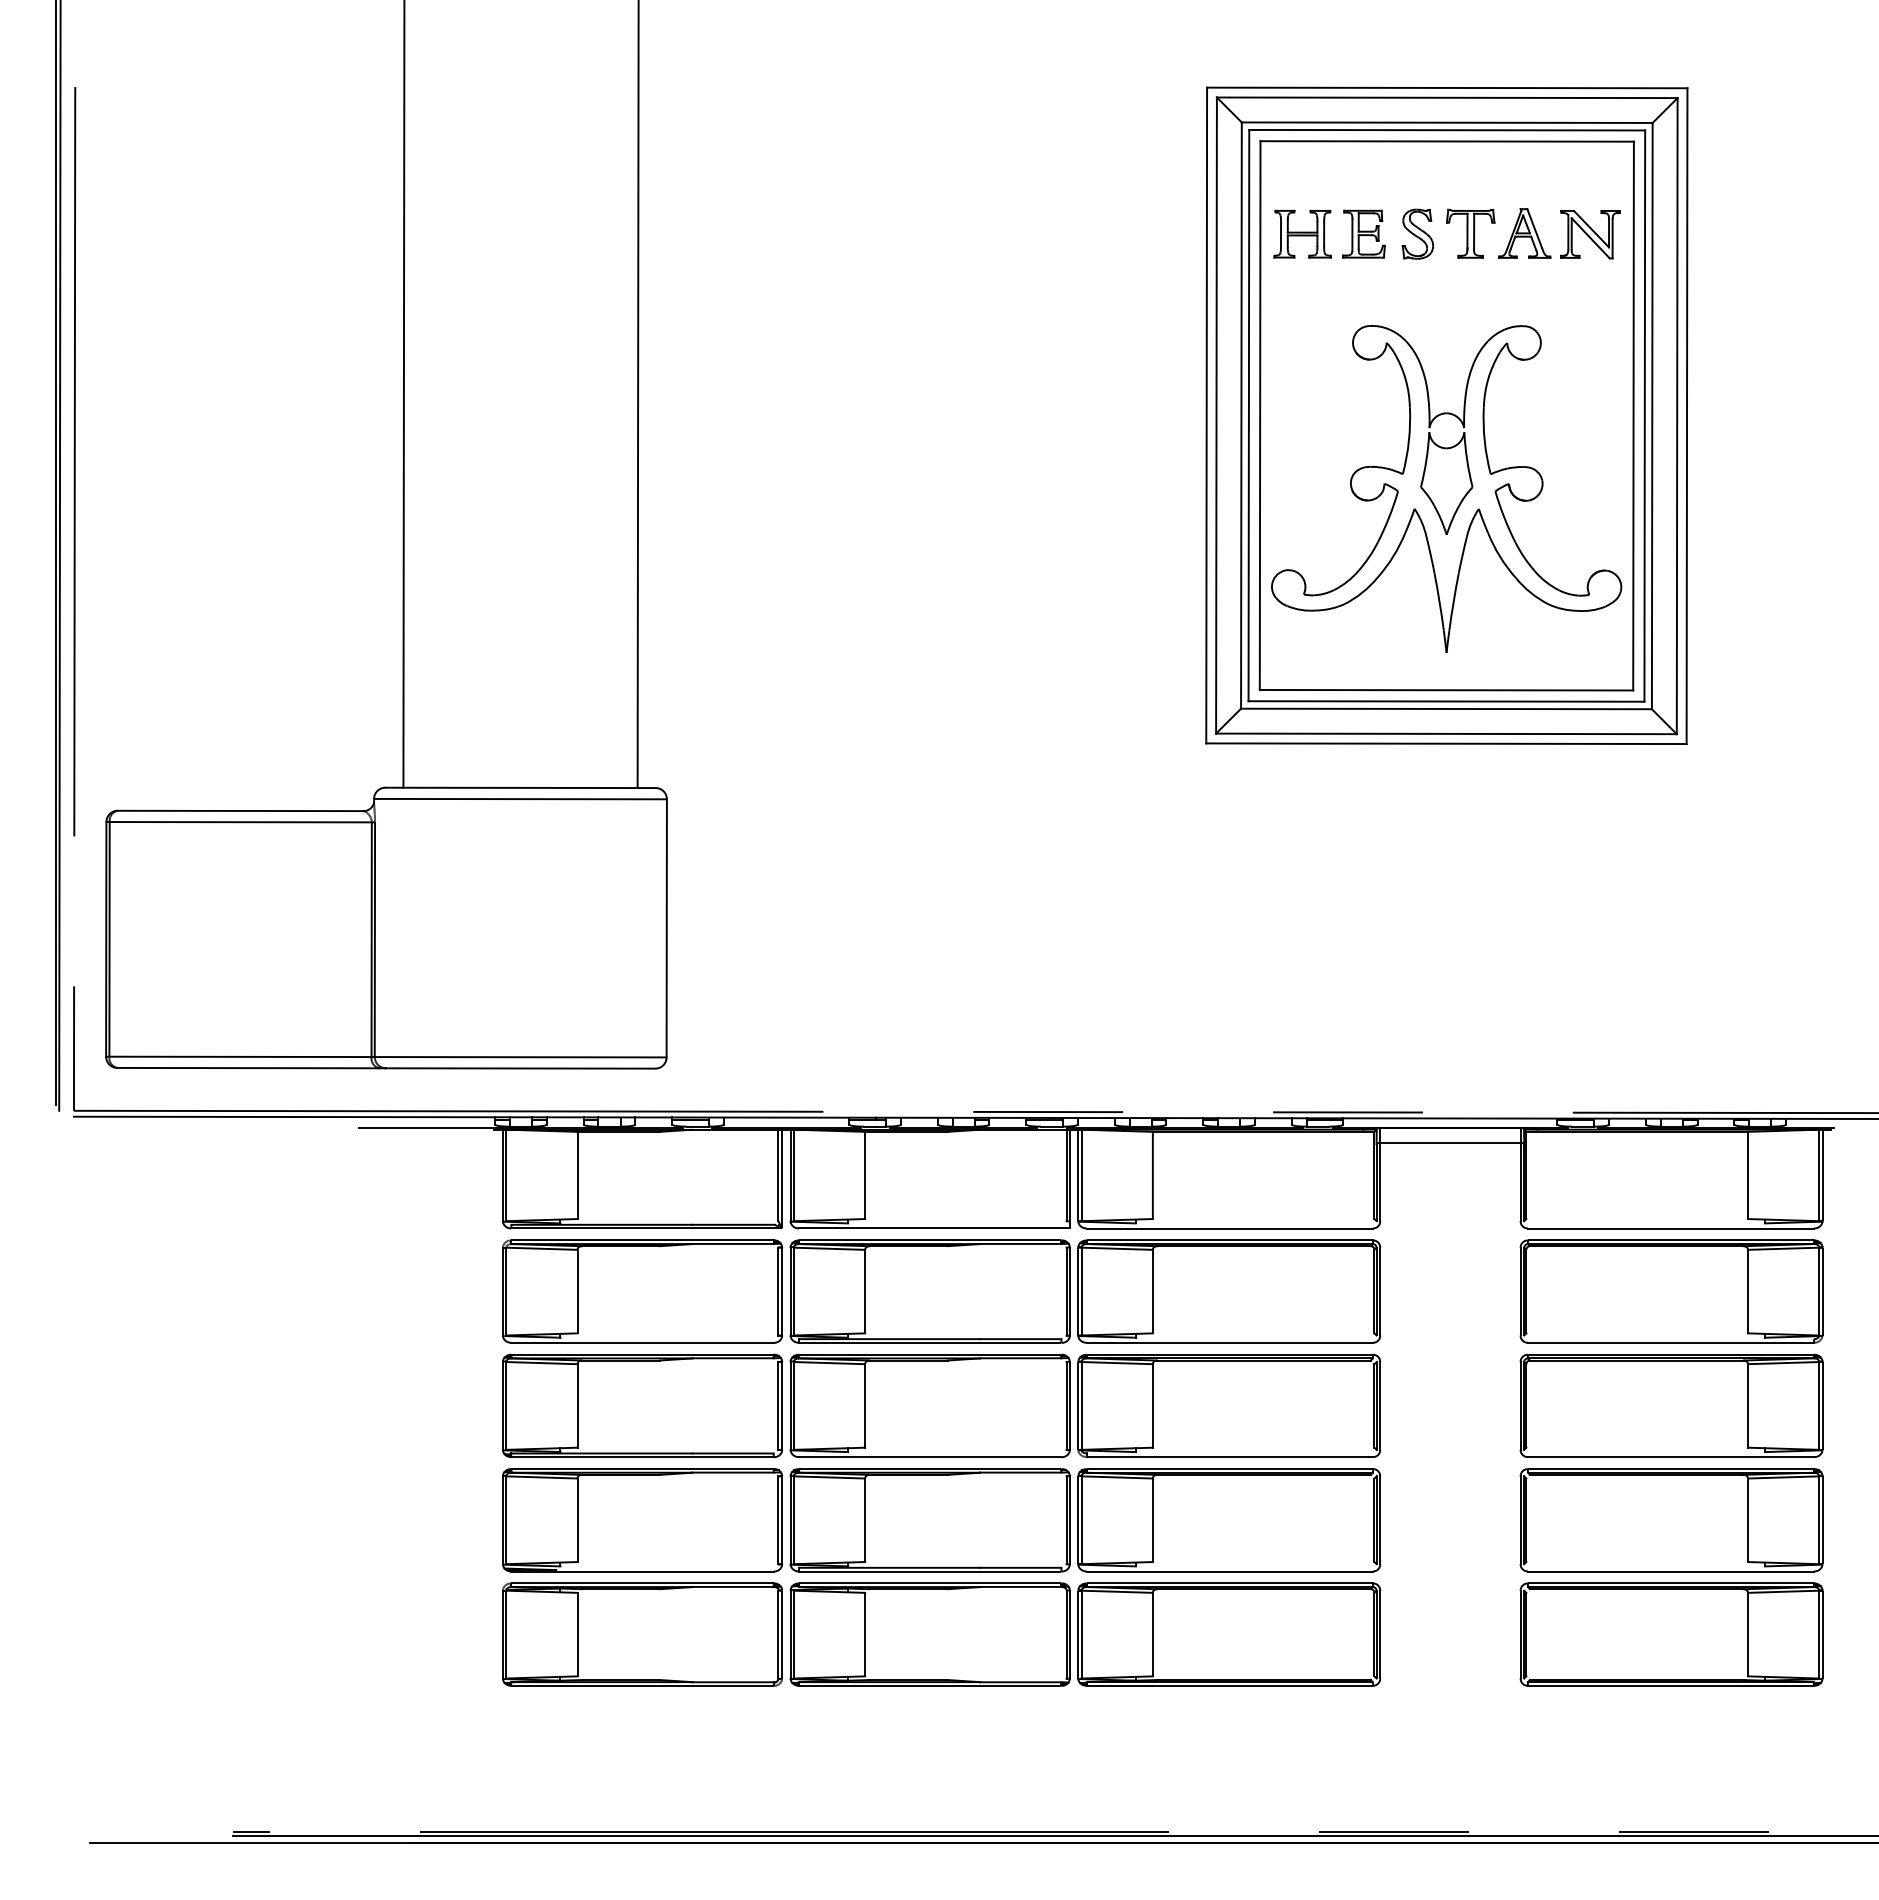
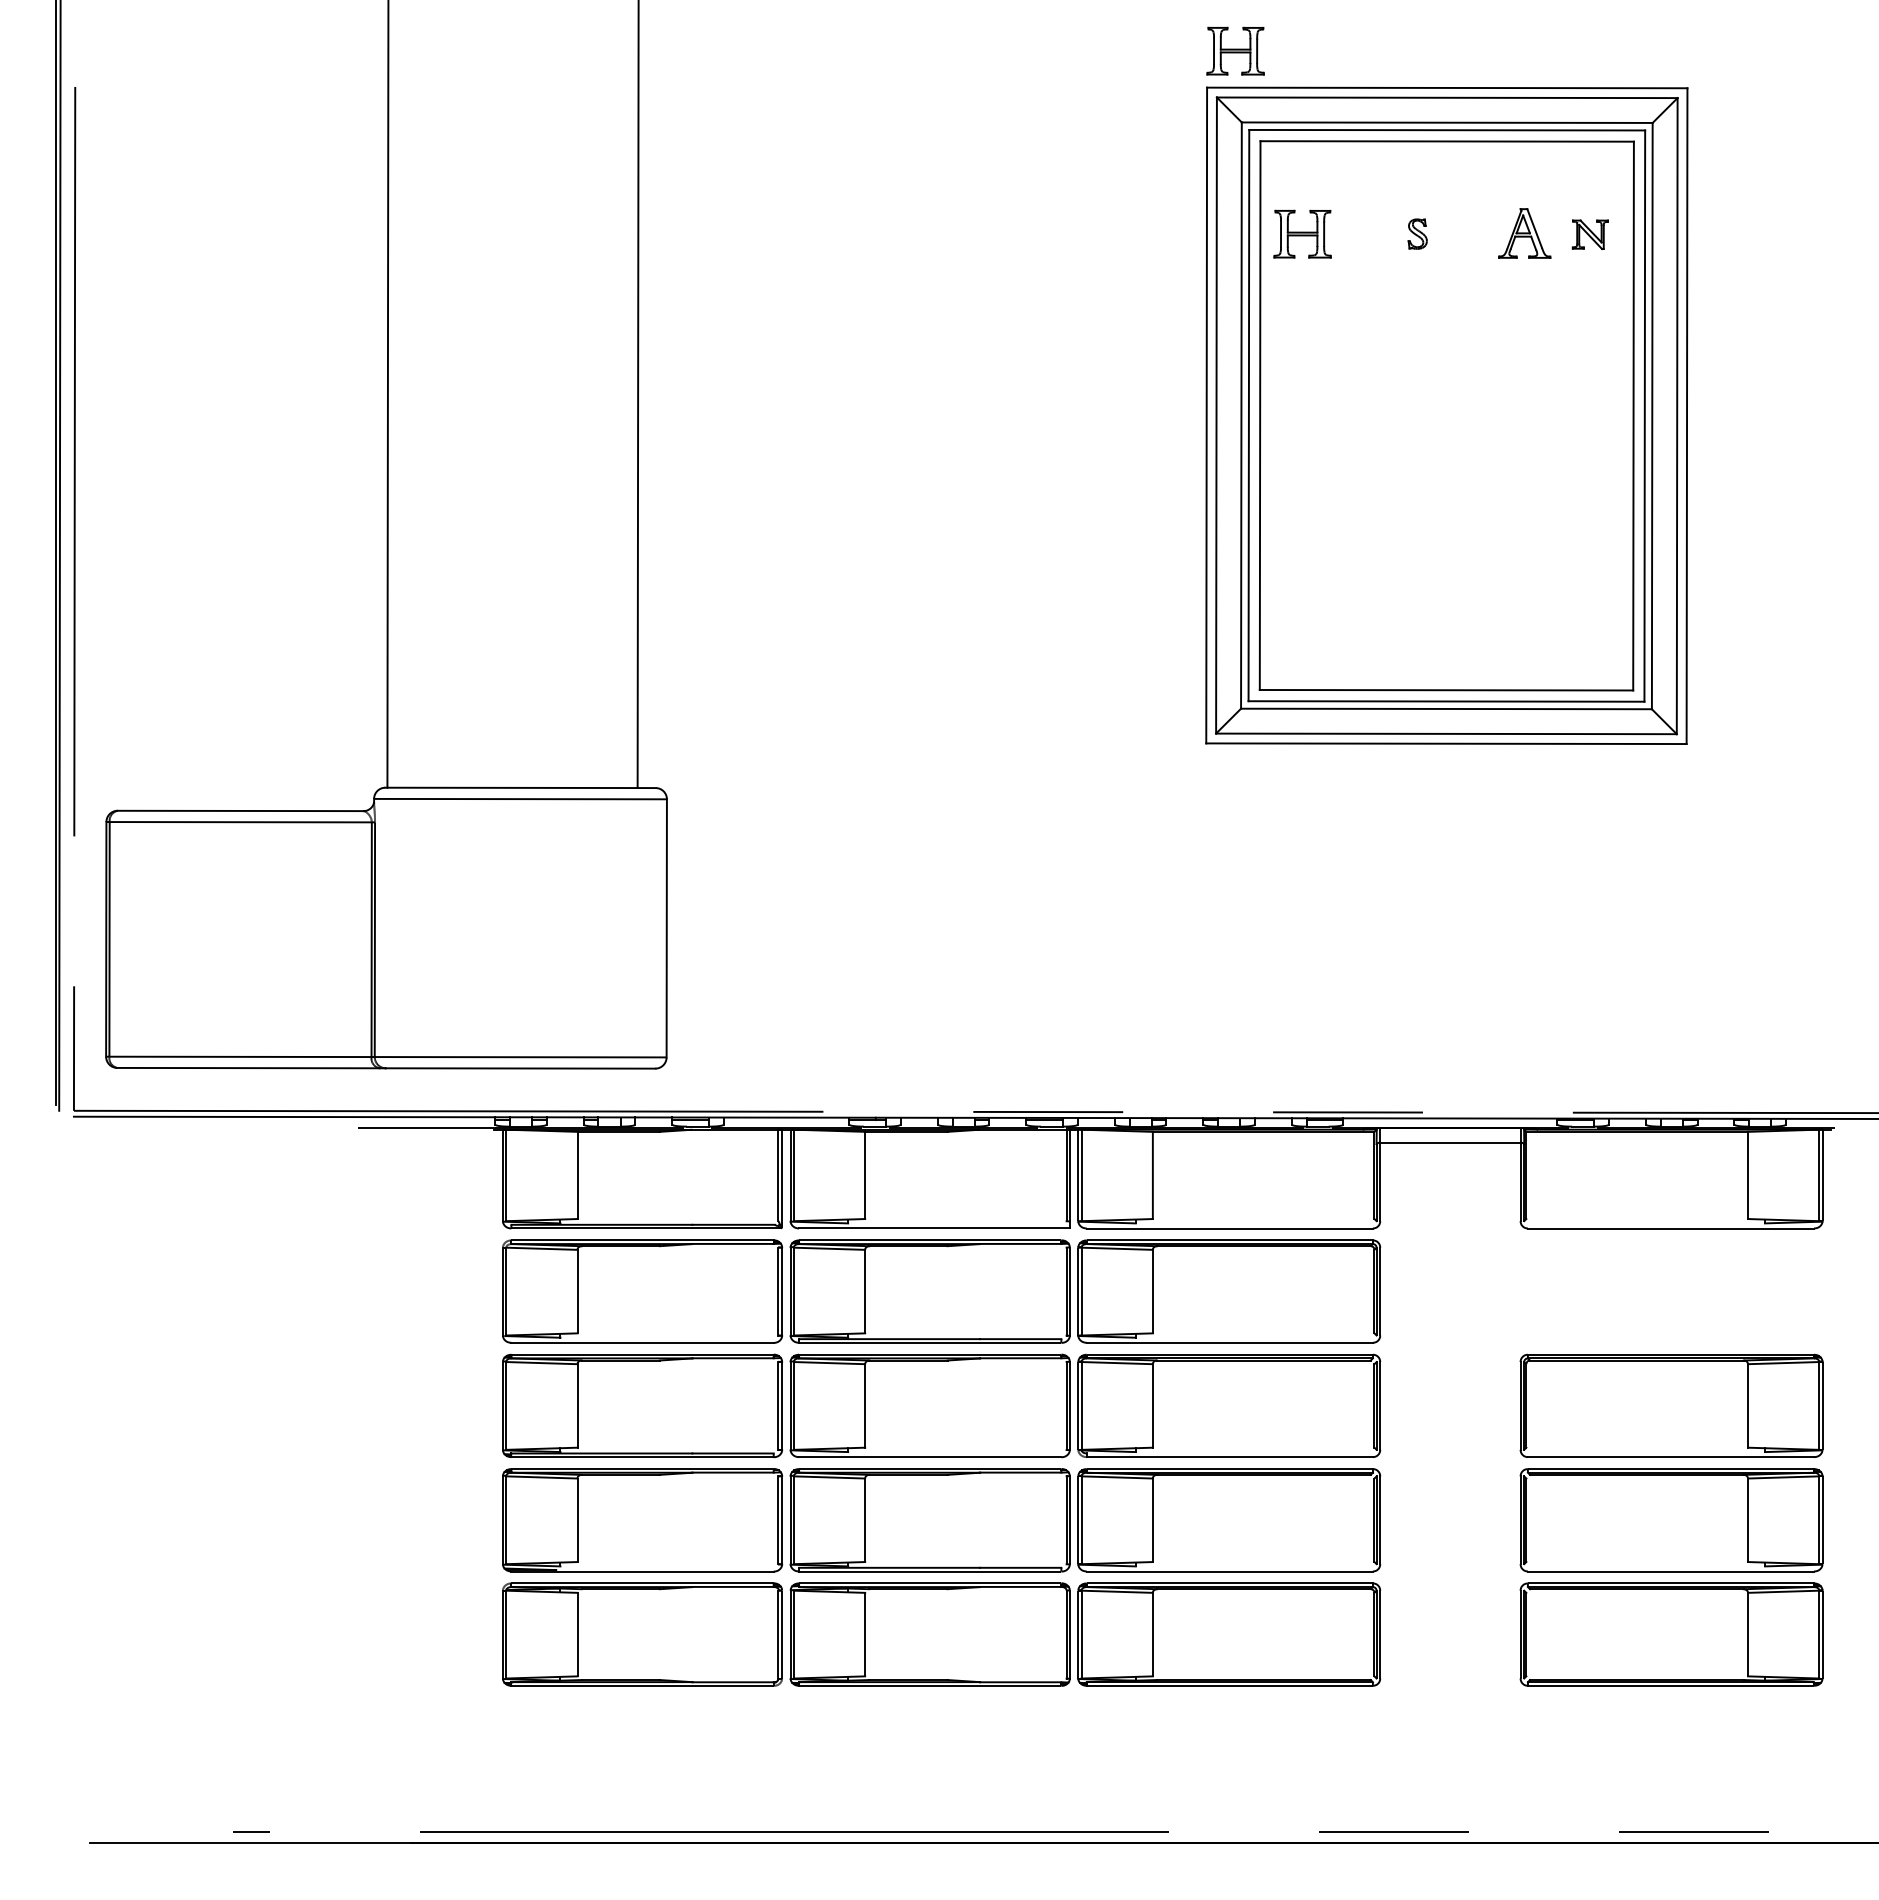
part at (1235, 50): none -> present
part at (1363, 233): present -> none
part at (1417, 233) size: 33x52 px -> 21x32 px
part at (1470, 233): present -> none
part at (1590, 234) size: 61x50 px -> 38x31 px
line at (403, 394) position: (403, 394) -> (387, 394)
part at (1446, 488): present -> none
part at (1671, 1291): present -> none
line at (1053, 1835): present -> none
